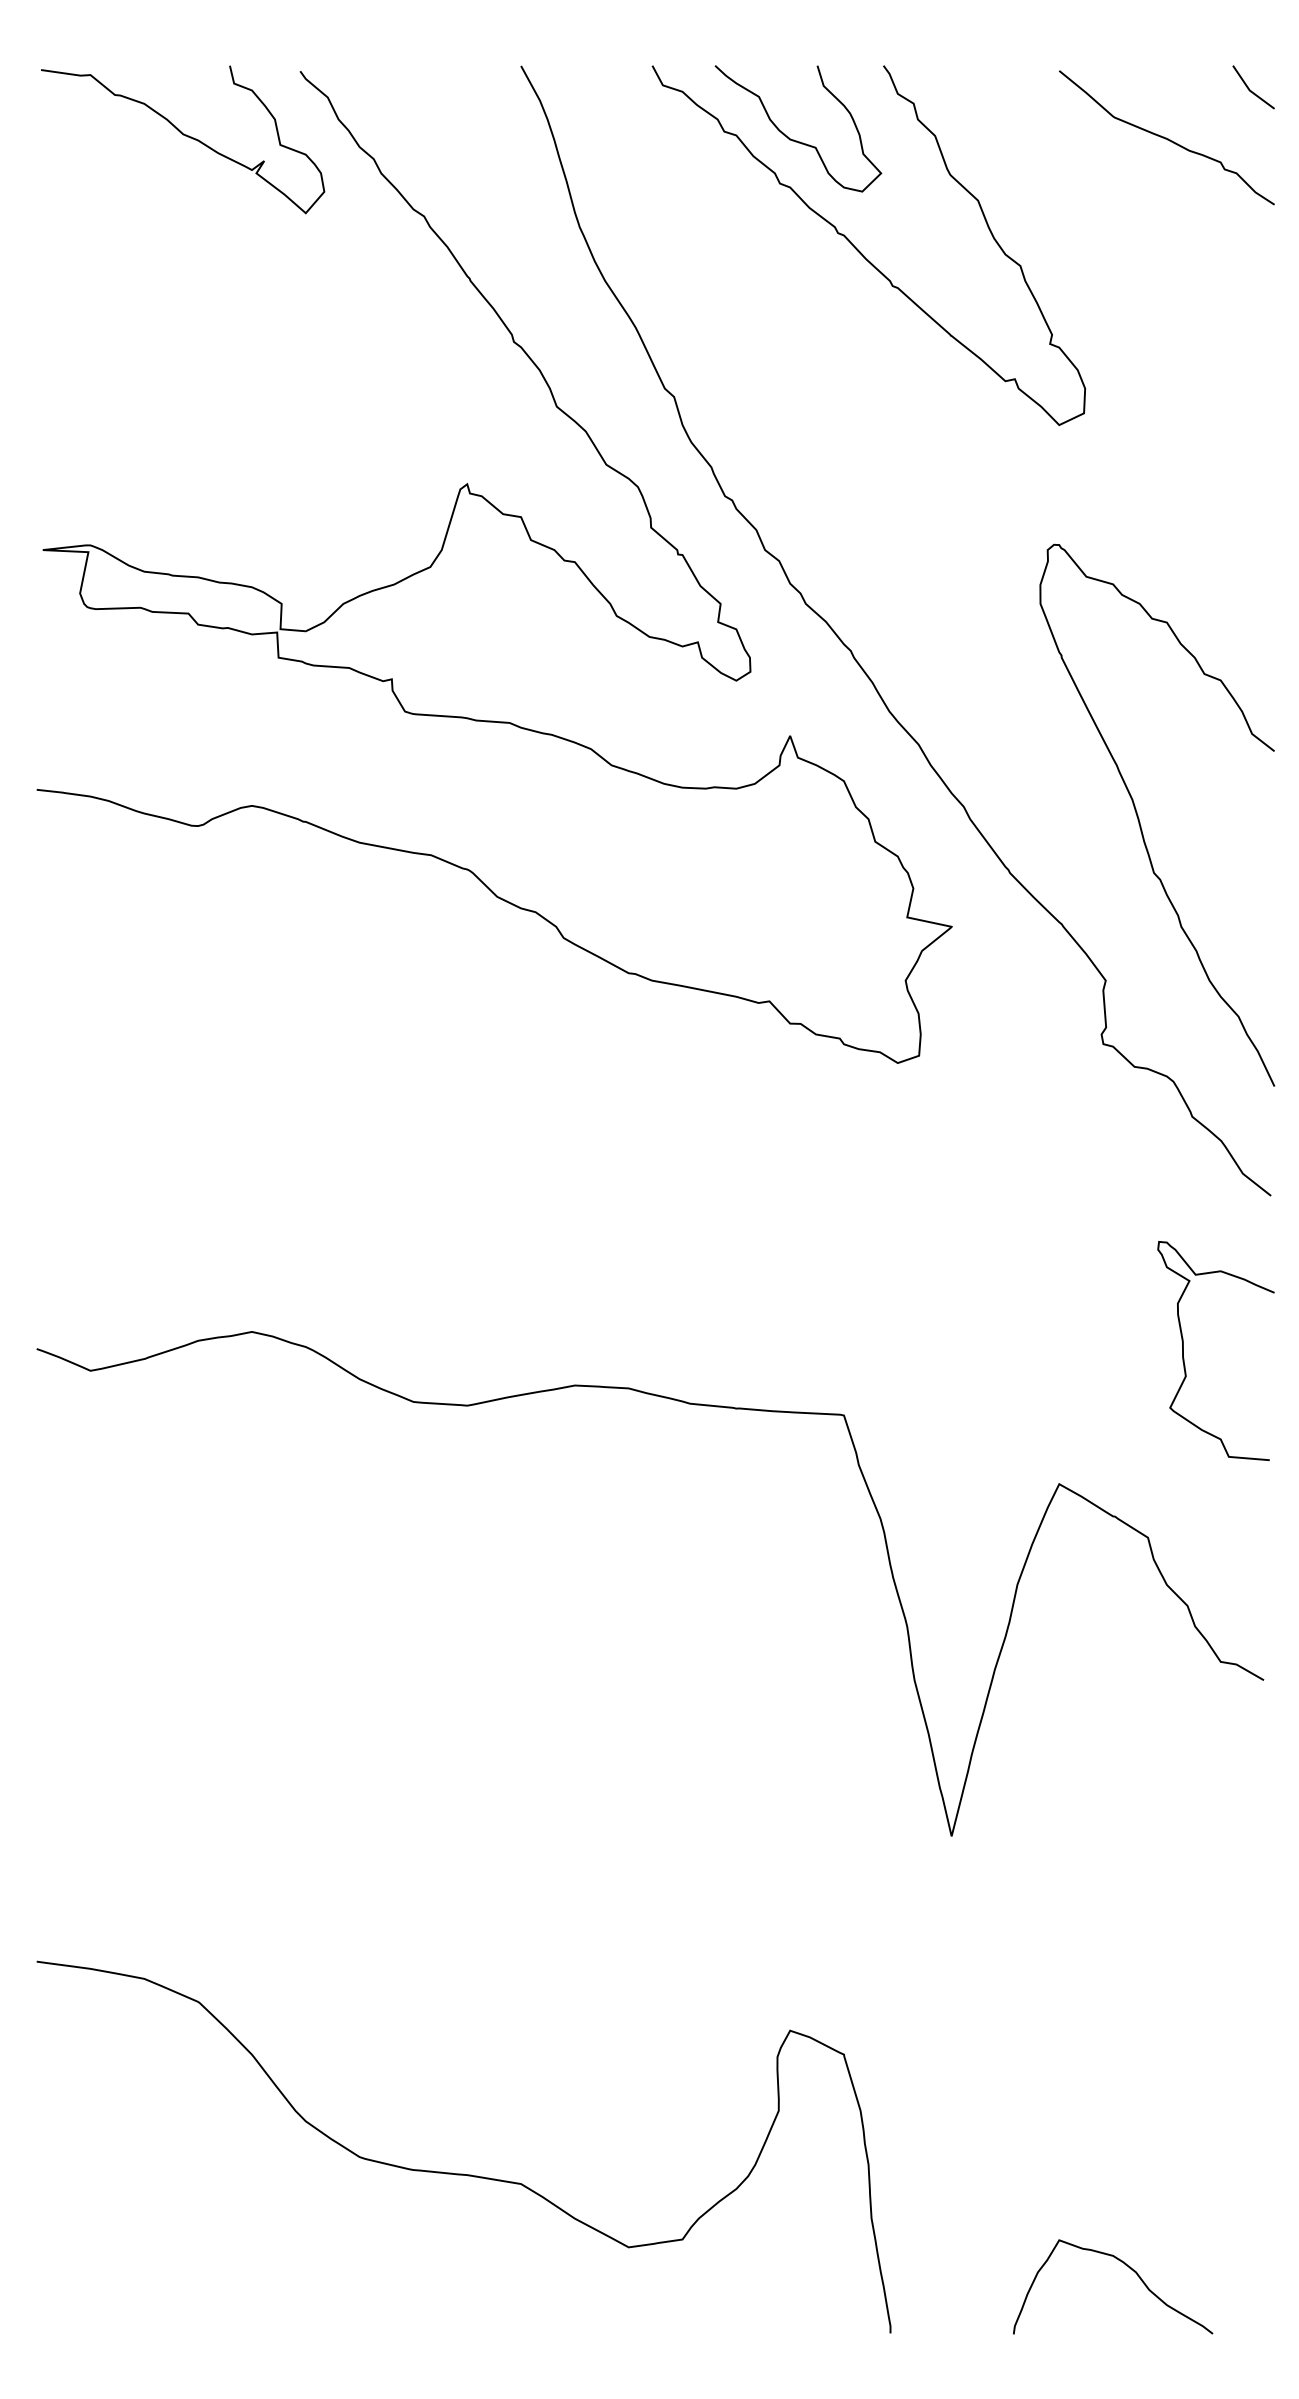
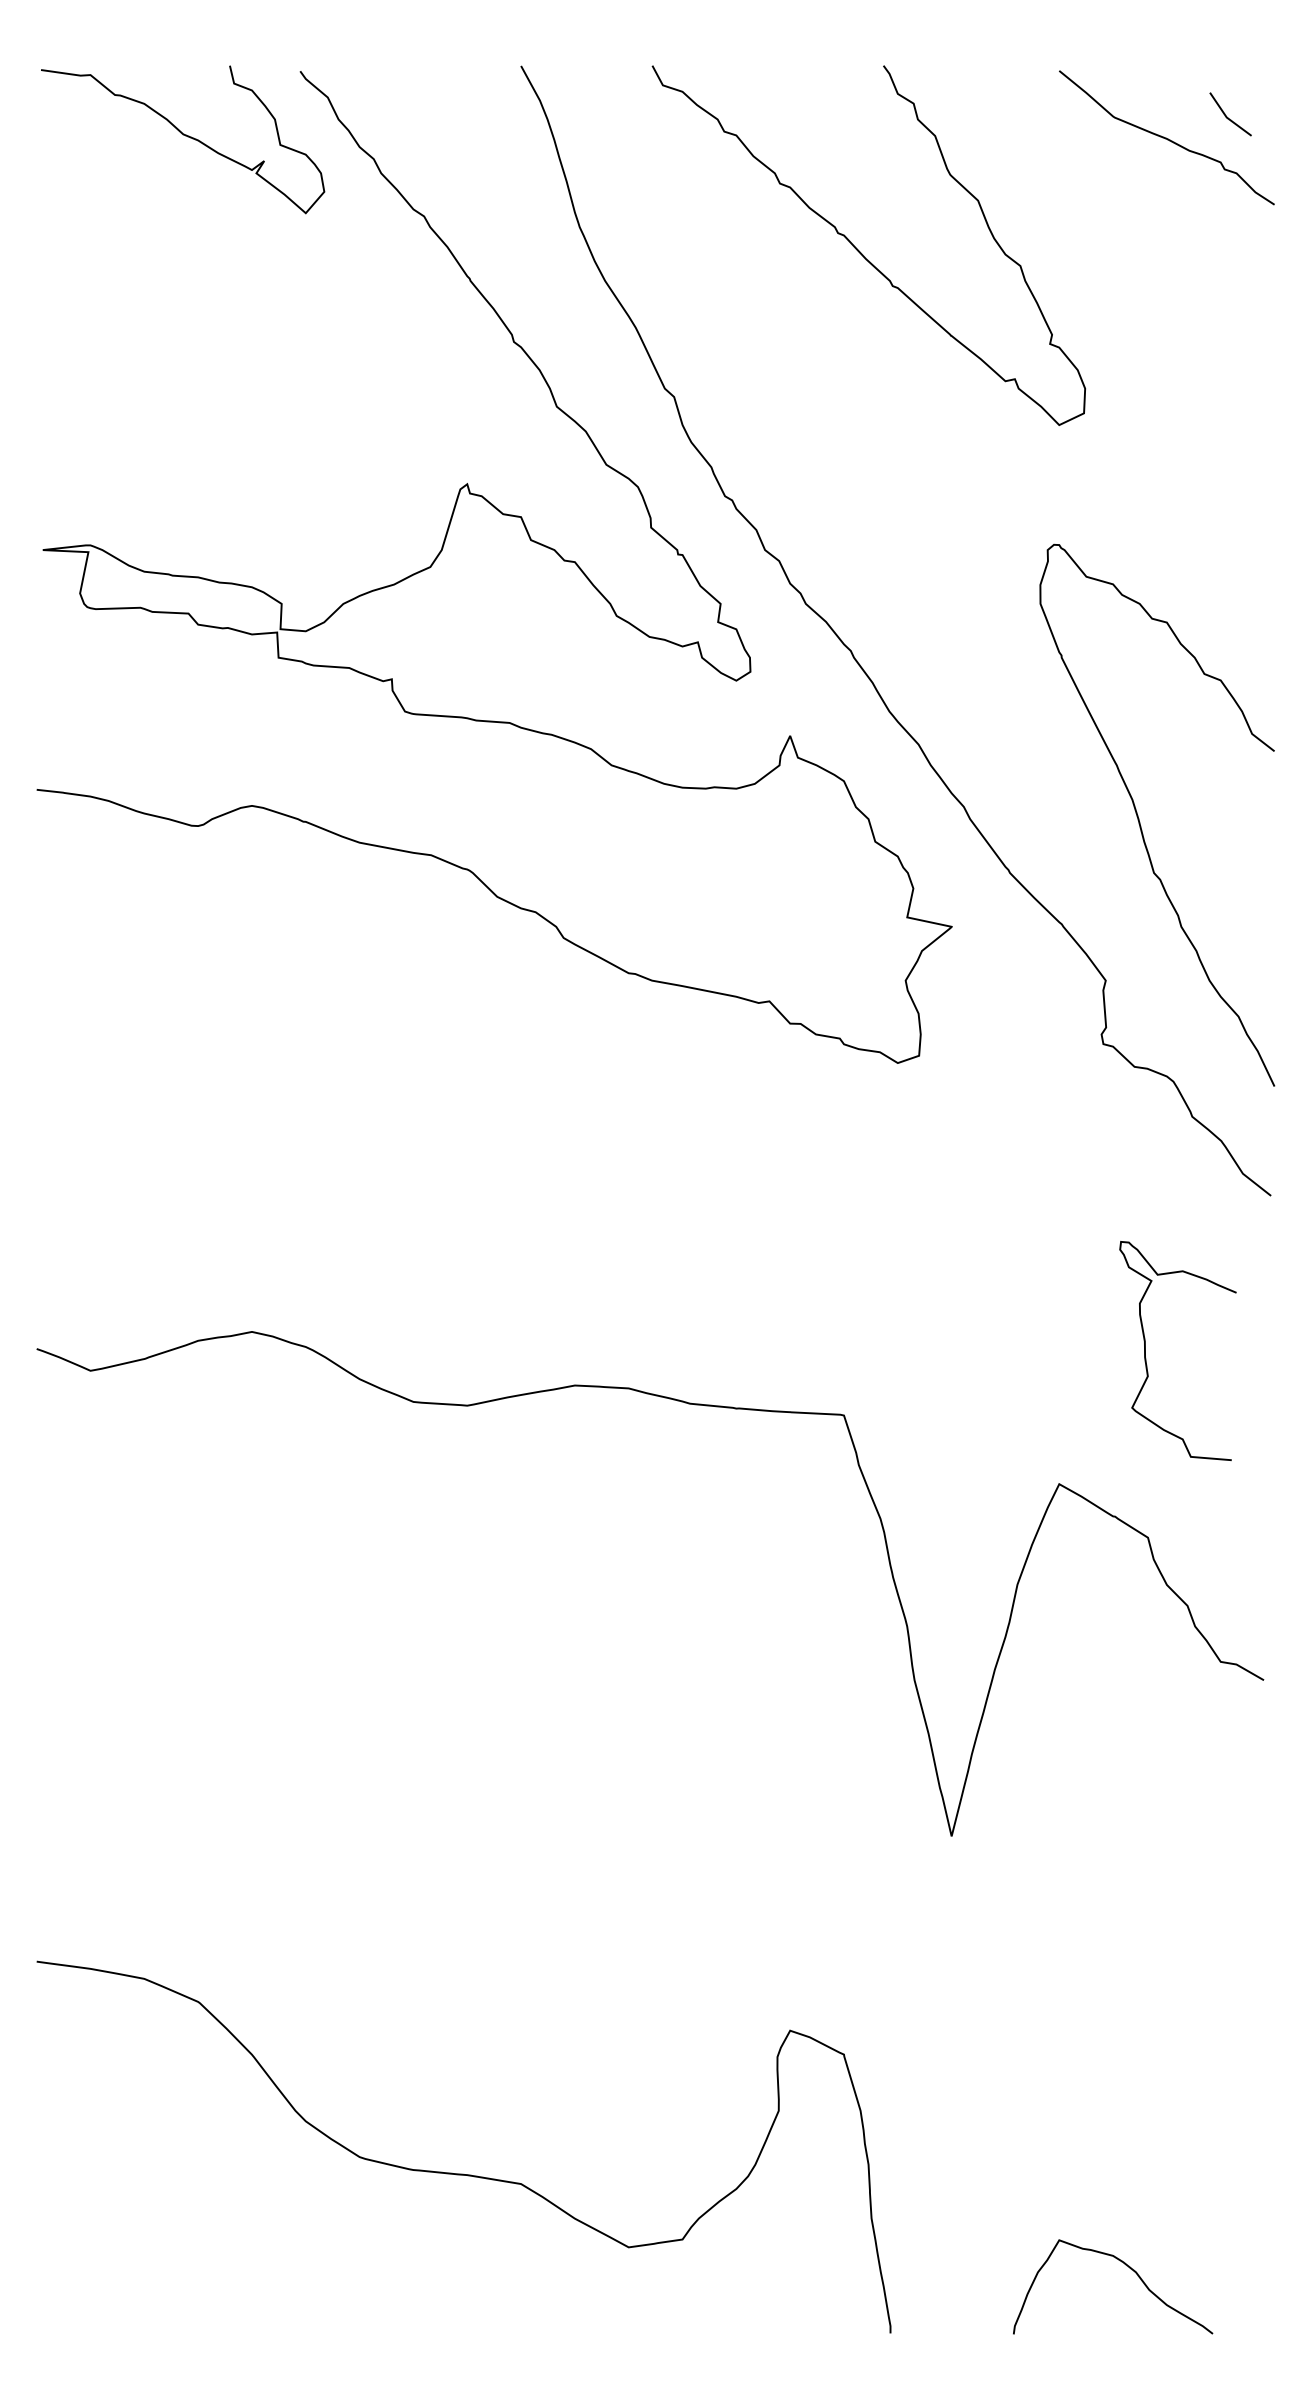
line at (1250, 89) position: (1250, 89) -> (1227, 116)
curve at (794, 139): present -> none
curve at (1183, 1350) position: (1183, 1350) -> (1145, 1350)
